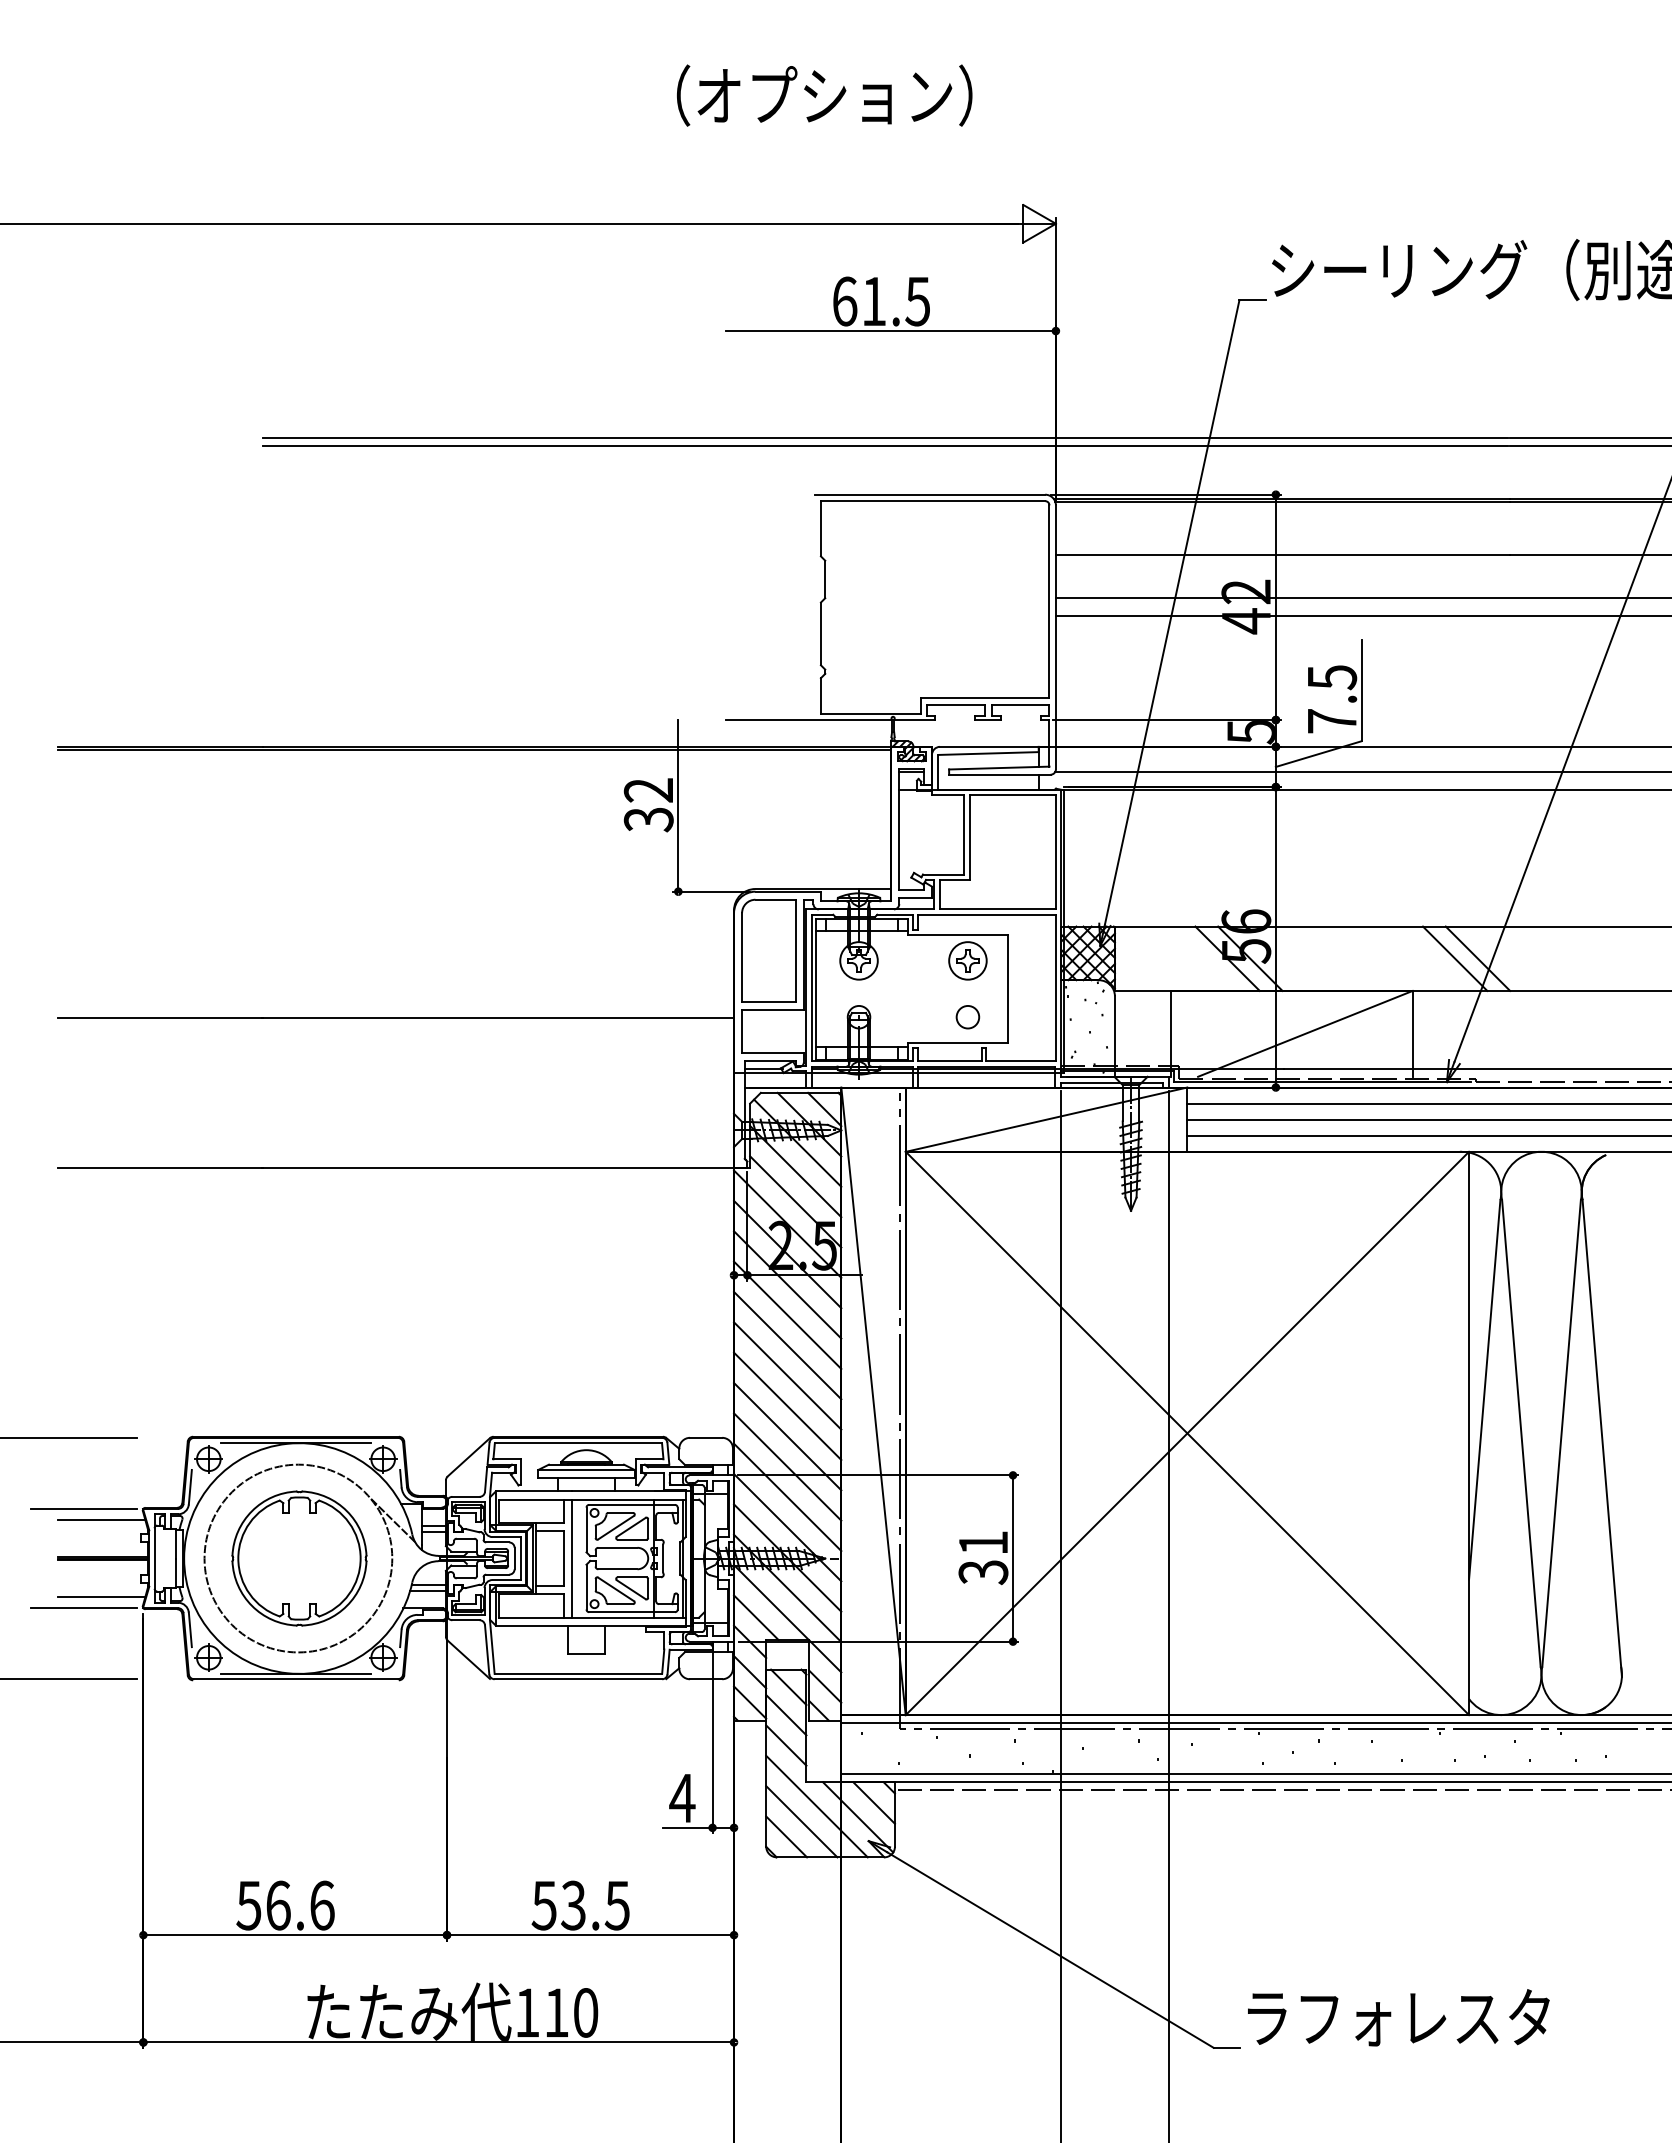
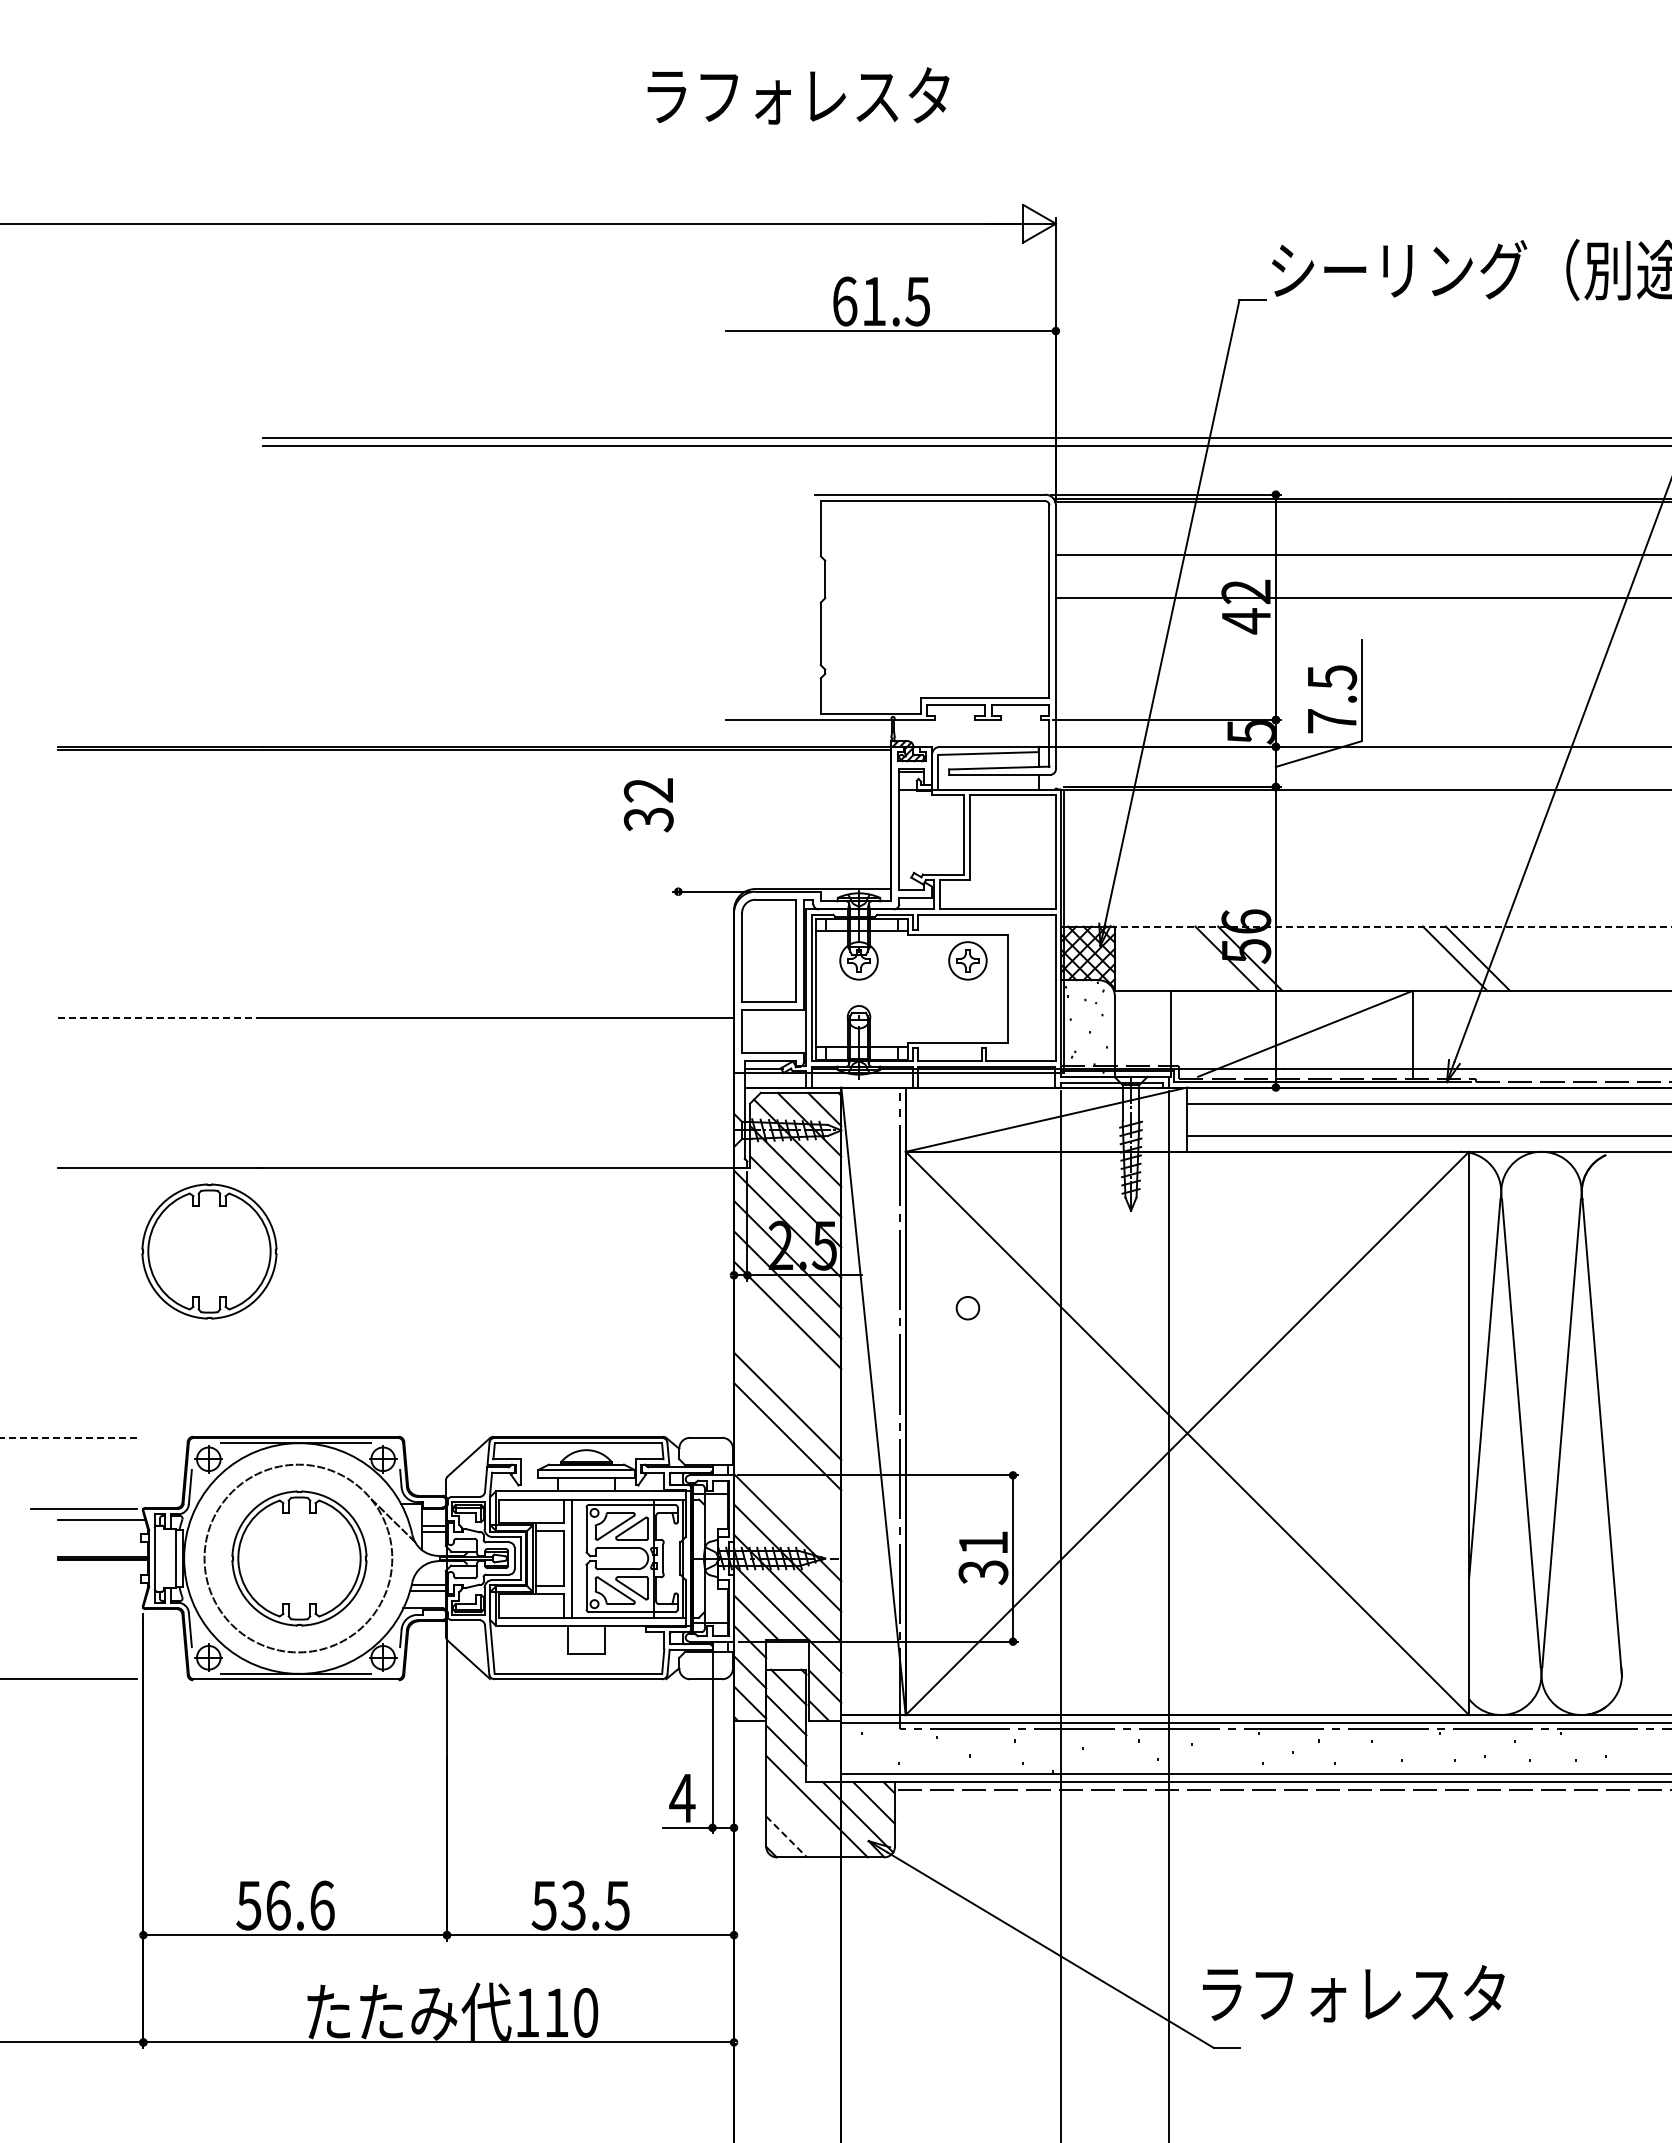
text at (809, 95): （オプション） -> ラフォレスタ
line at (1361, 616): present -> none
line at (1361, 772): present -> none
line at (678, 805): present -> none
line at (1392, 926): solid -> dashed
line at (160, 1017): solid -> dashed
circle at (967, 1017) position: (967, 1017) -> (967, 1308)
line at (1427, 1119): present -> none
part at (209, 1251): none -> present
line at (787, 1345): present -> none
line at (787, 1375): present -> none
line at (68, 1437): solid -> dashed
line at (787, 1466): present -> none
line at (787, 1497): present -> none
line at (101, 1597): present -> none
line at (83, 1608): present -> none
line at (801, 1821): present -> none
line at (786, 1836): solid -> dashed
text at (1398, 2017) position: (1398, 2017) -> (1353, 1993)
